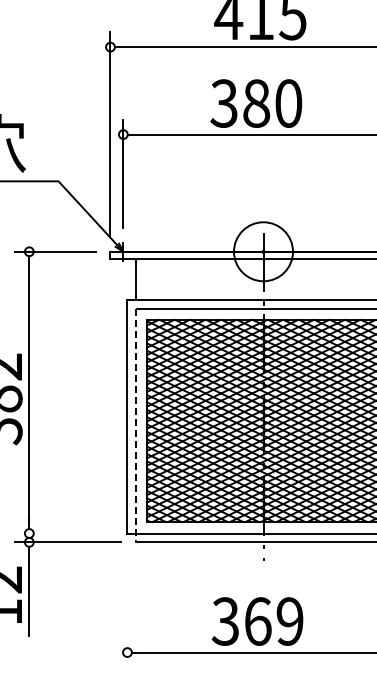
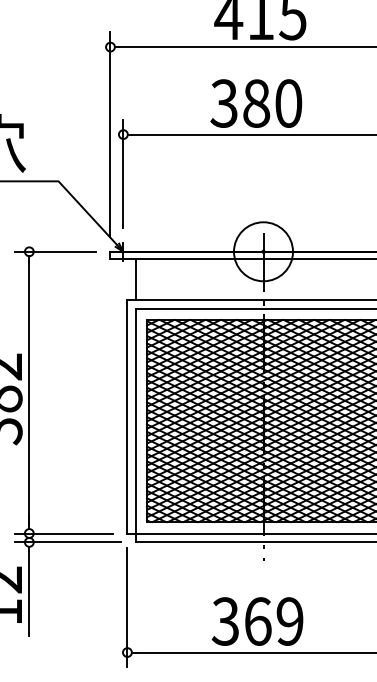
line at (135, 425): dashed -> solid
line at (63, 533): none -> present
line at (127, 607): none -> present
